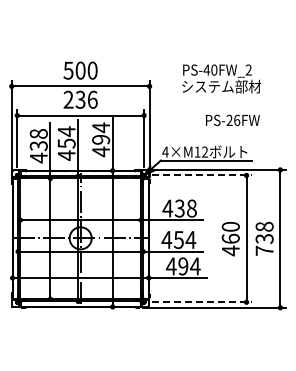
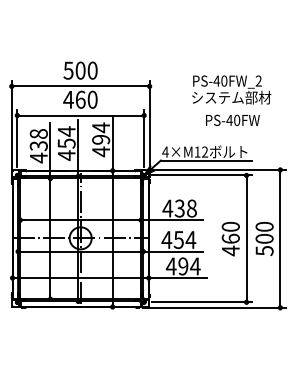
text at (221, 78) position: (221, 78) -> (231, 89)
text at (80, 99): 236 -> 460
text at (233, 119): PS-26FW -> PS-40FW
line at (202, 175): dashed -> solid
text at (264, 238): 738 -> 500
line at (202, 302): dashed -> solid
